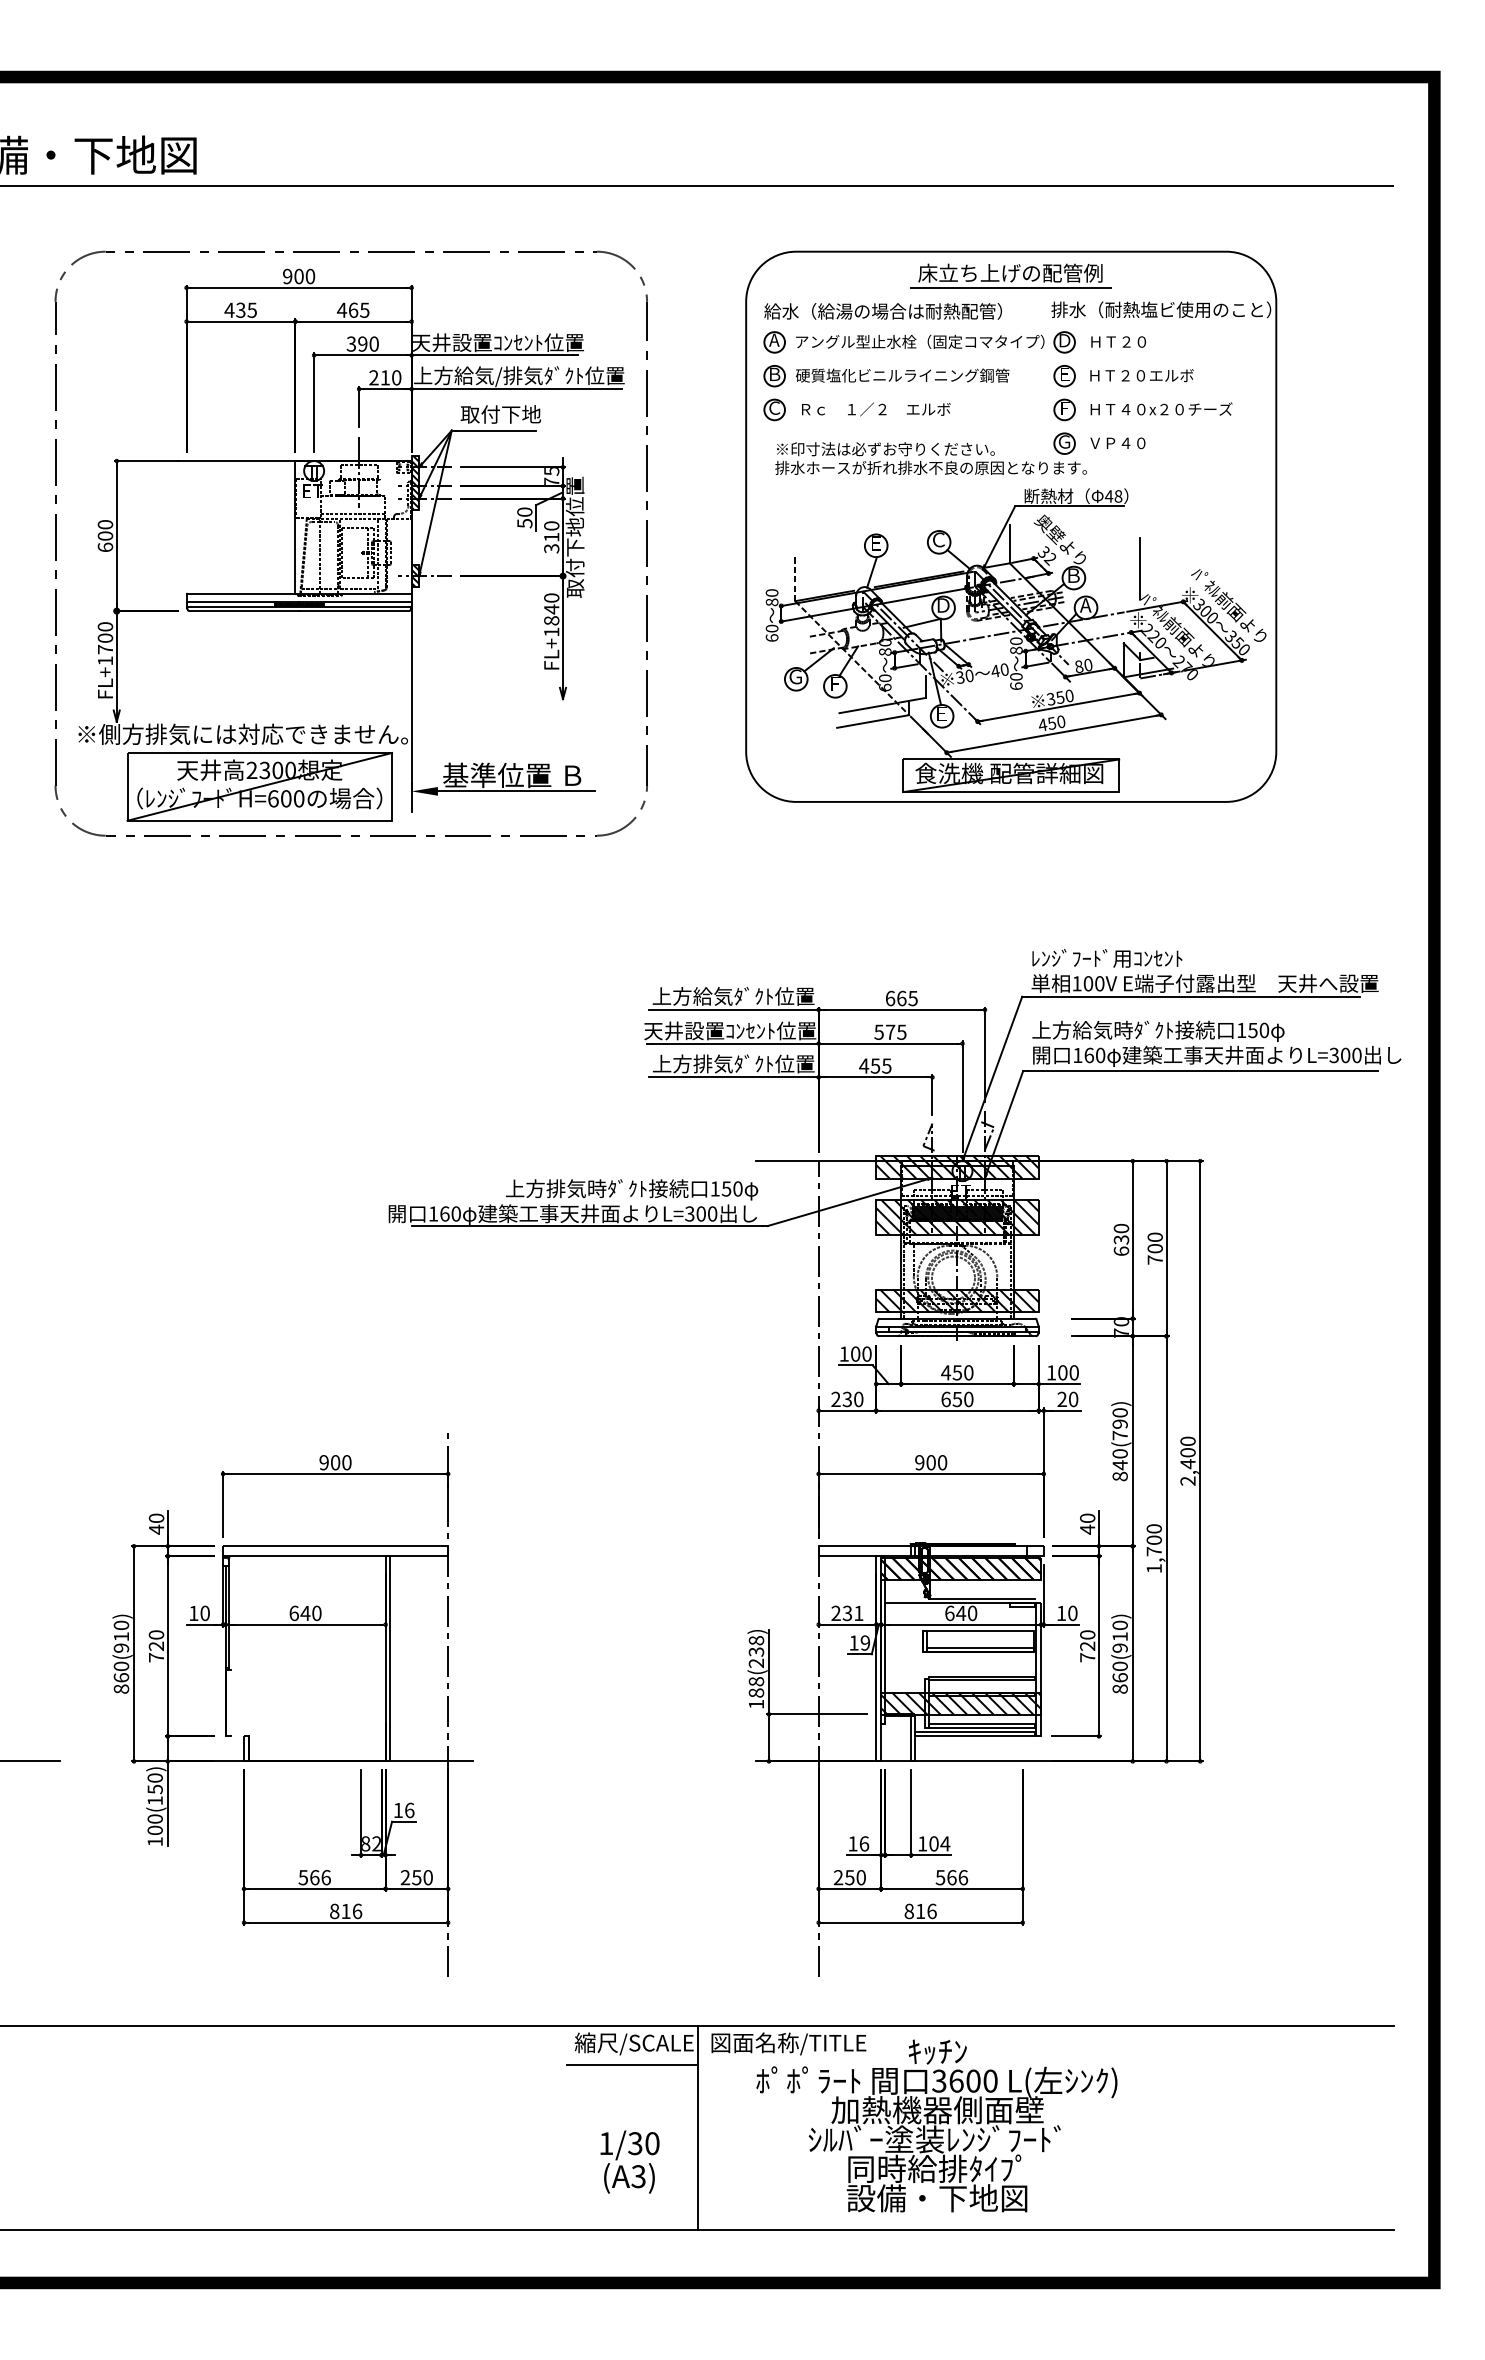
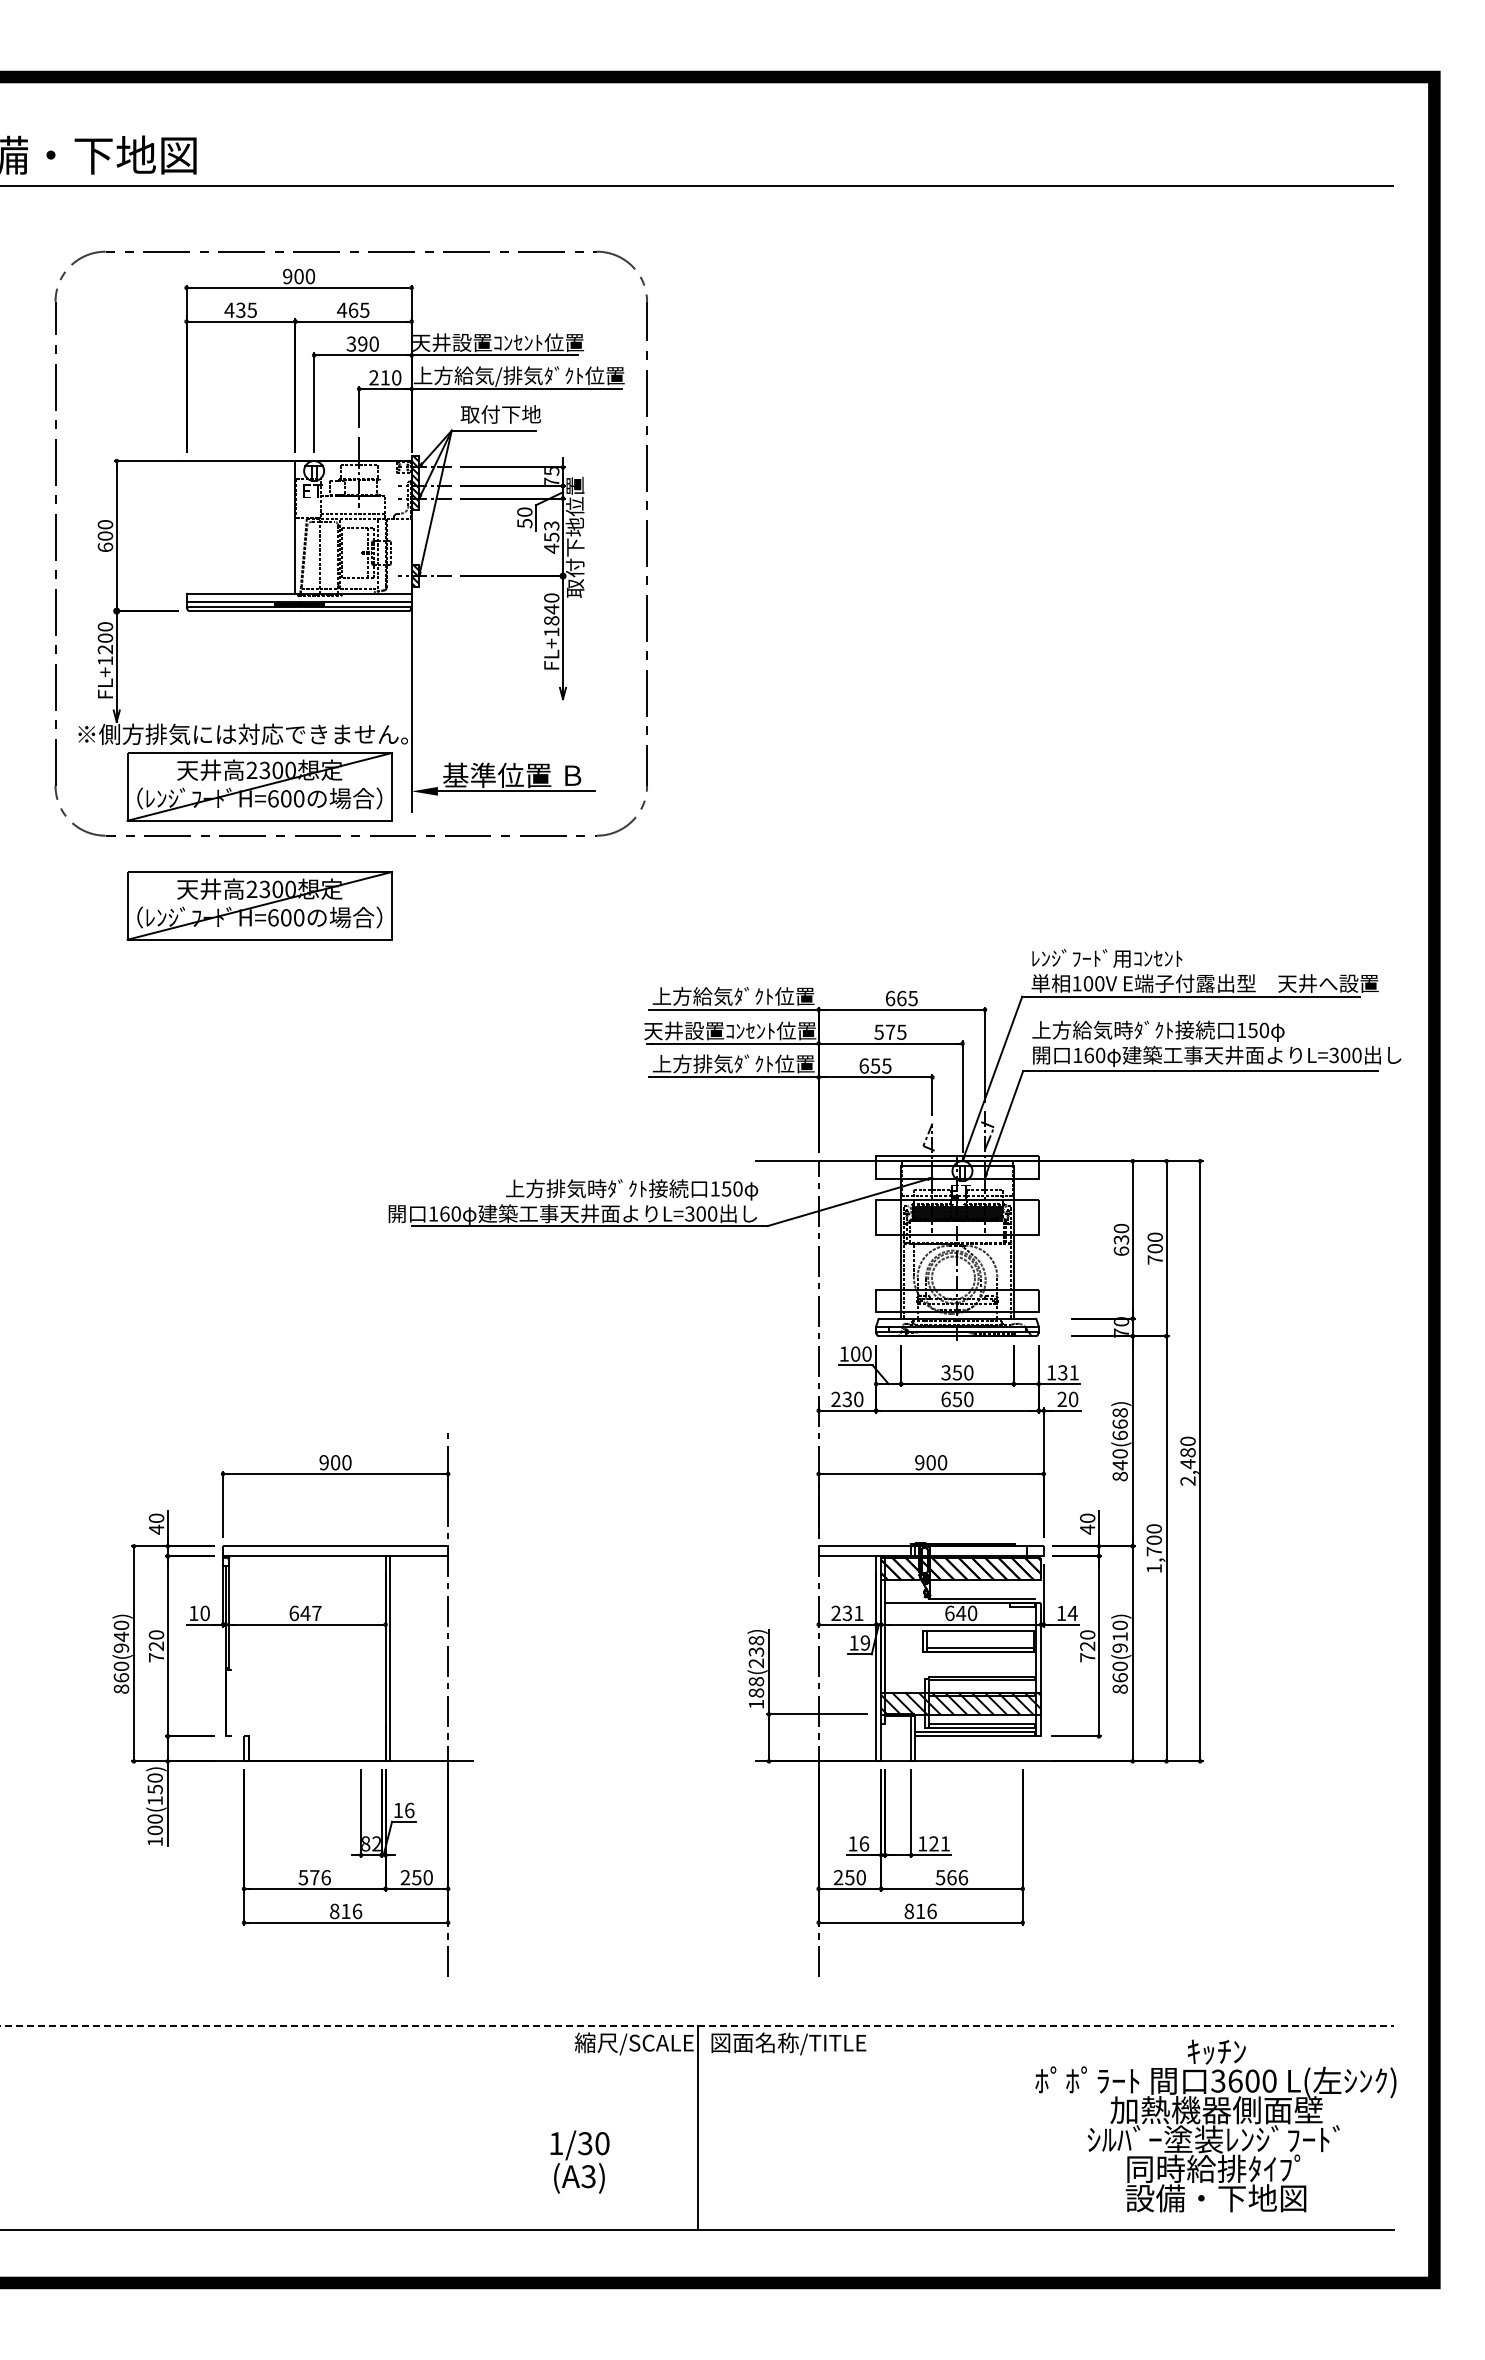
part at (1011, 526): present -> none
text at (551, 537): 310 -> 453
text at (104, 649): FL+1700 -> FL+1200
part at (259, 905): none -> present
text at (864, 1065): 455 -> 655
hatch at (957, 1167): present -> none
hatch at (957, 1216): present -> none
hatch at (957, 1300): present -> none
text at (945, 1372): 450 -> 350
text at (1068, 1372): 100 -> 131
text at (1119, 1424): 840(790) -> 840(668)
text at (1187, 1452): 2,400 -> 2,480
text at (316, 1613): 640 -> 647
text at (1072, 1613): 10 -> 14
text at (121, 1636): 860(910) -> 860(940)
line at (31, 1761): present -> none
text at (939, 1843): 104 -> 121
text at (314, 1877): 566 -> 576
line at (697, 2026): solid -> dashed
line at (631, 2064): present -> none
text at (936, 2125) position: (936, 2125) -> (1215, 2125)
text at (629, 2161) position: (629, 2161) -> (579, 2161)
